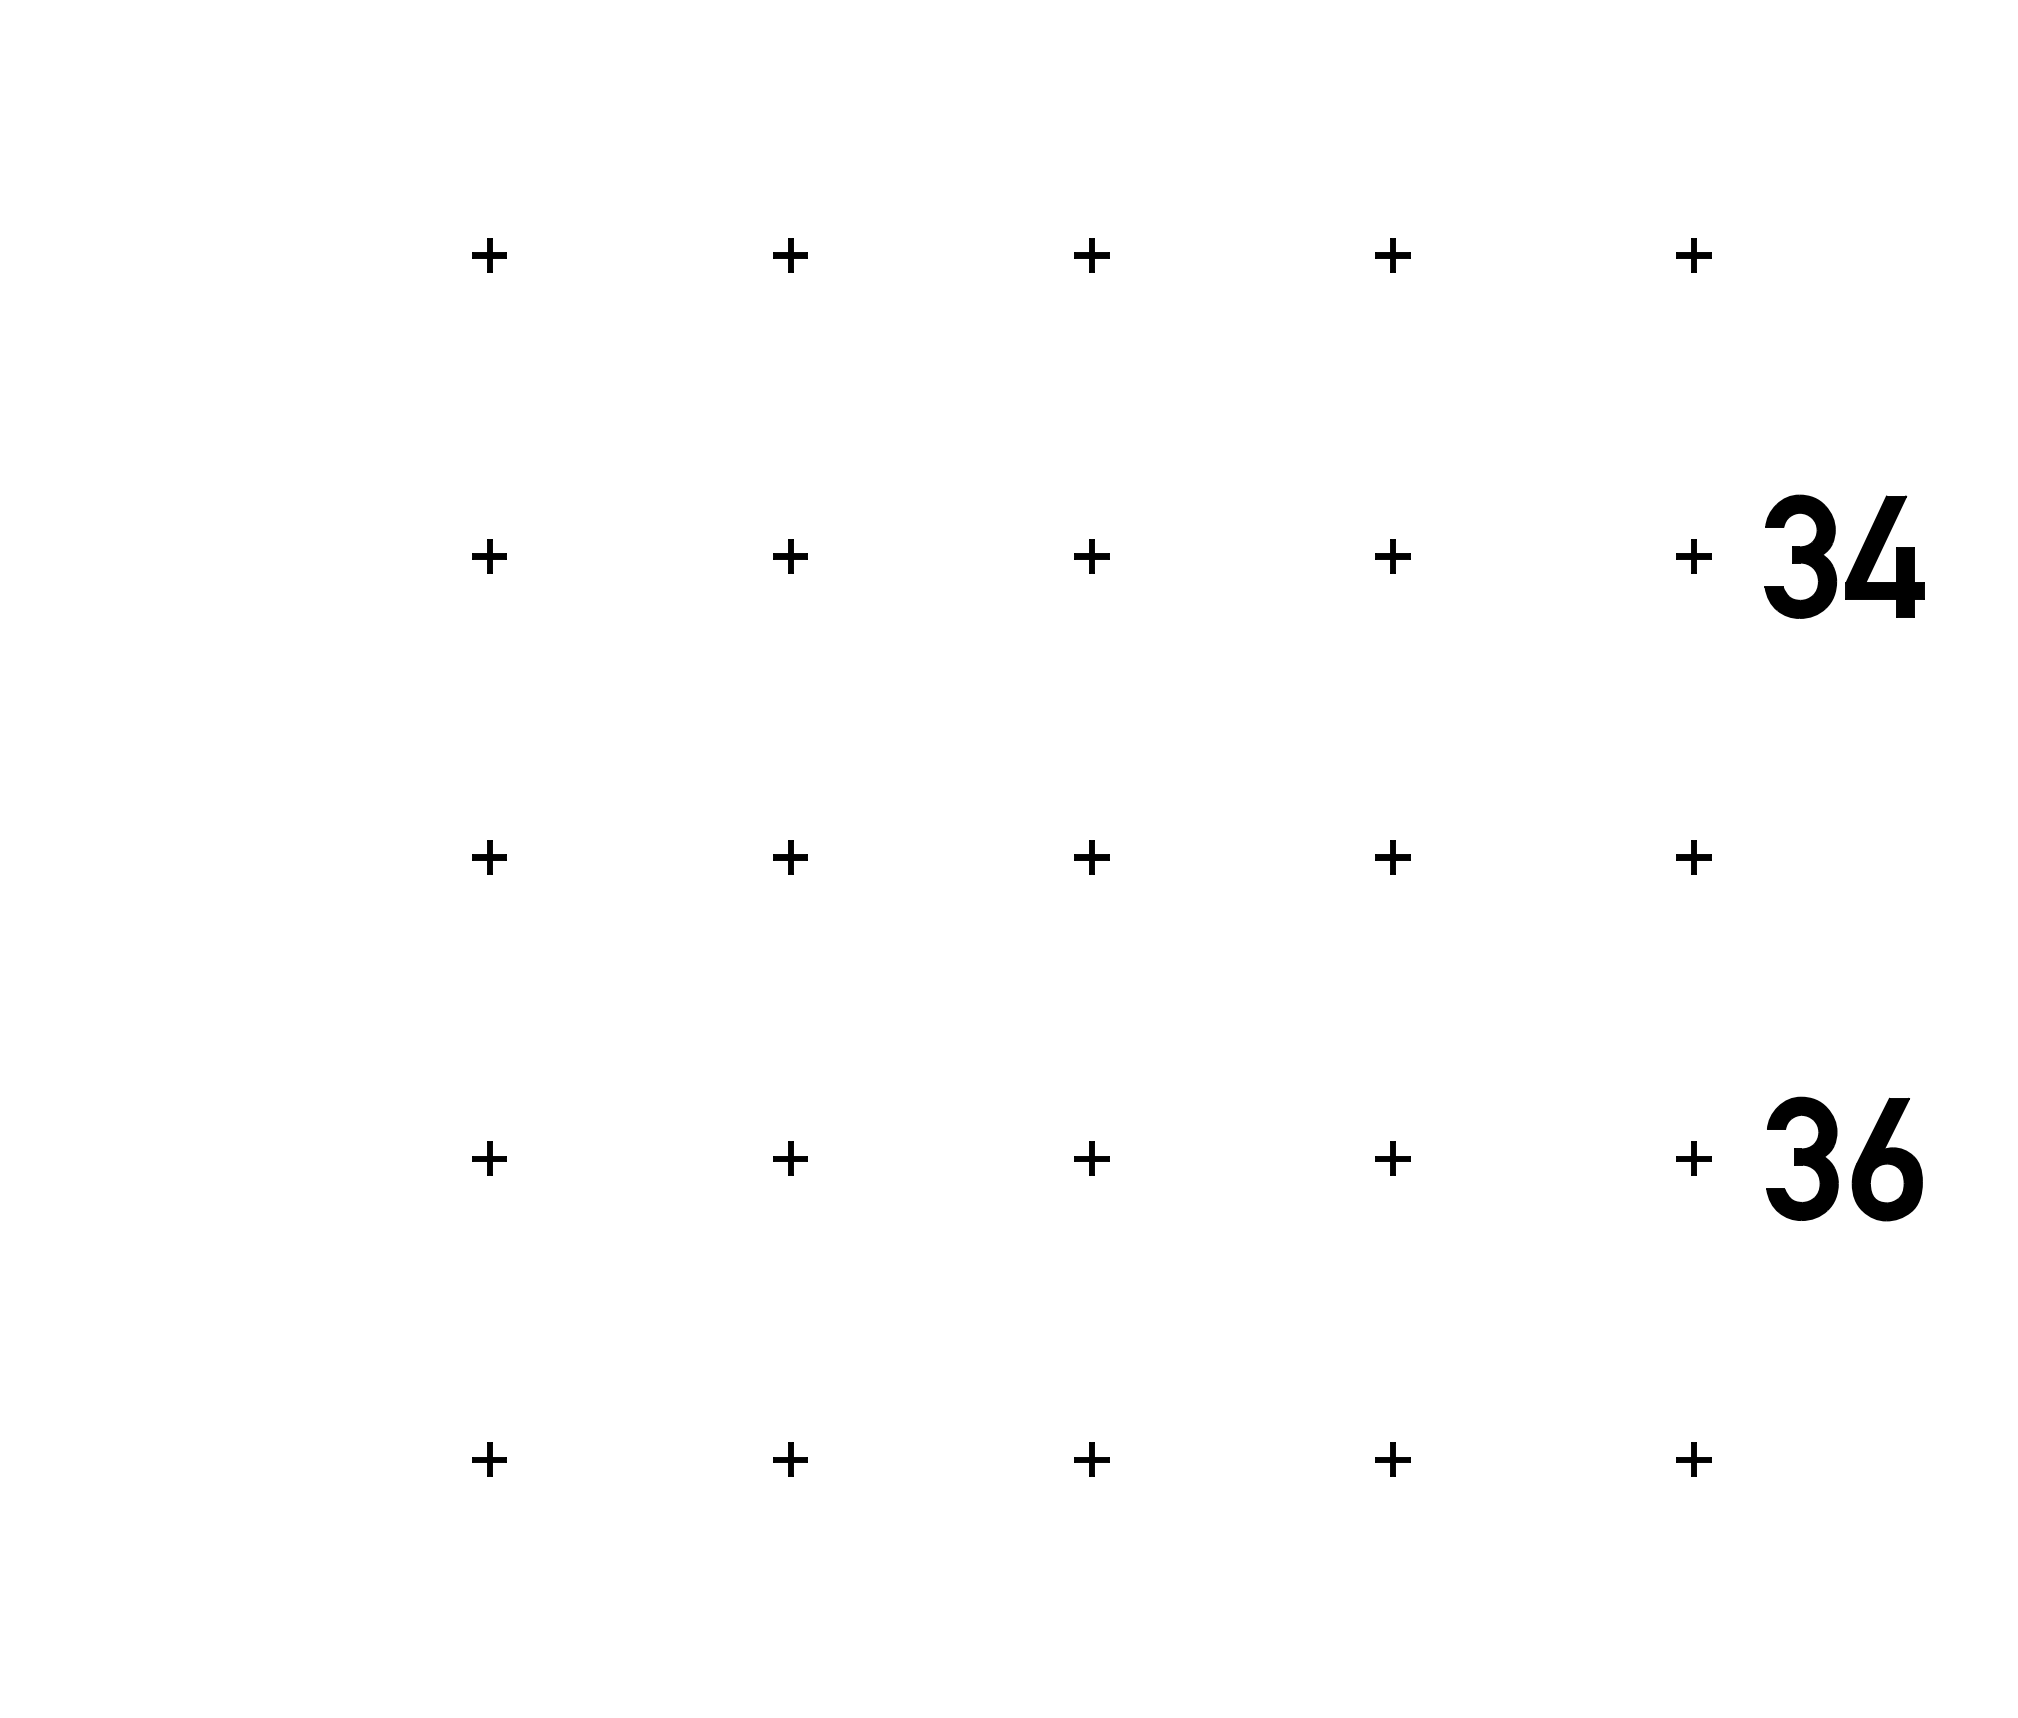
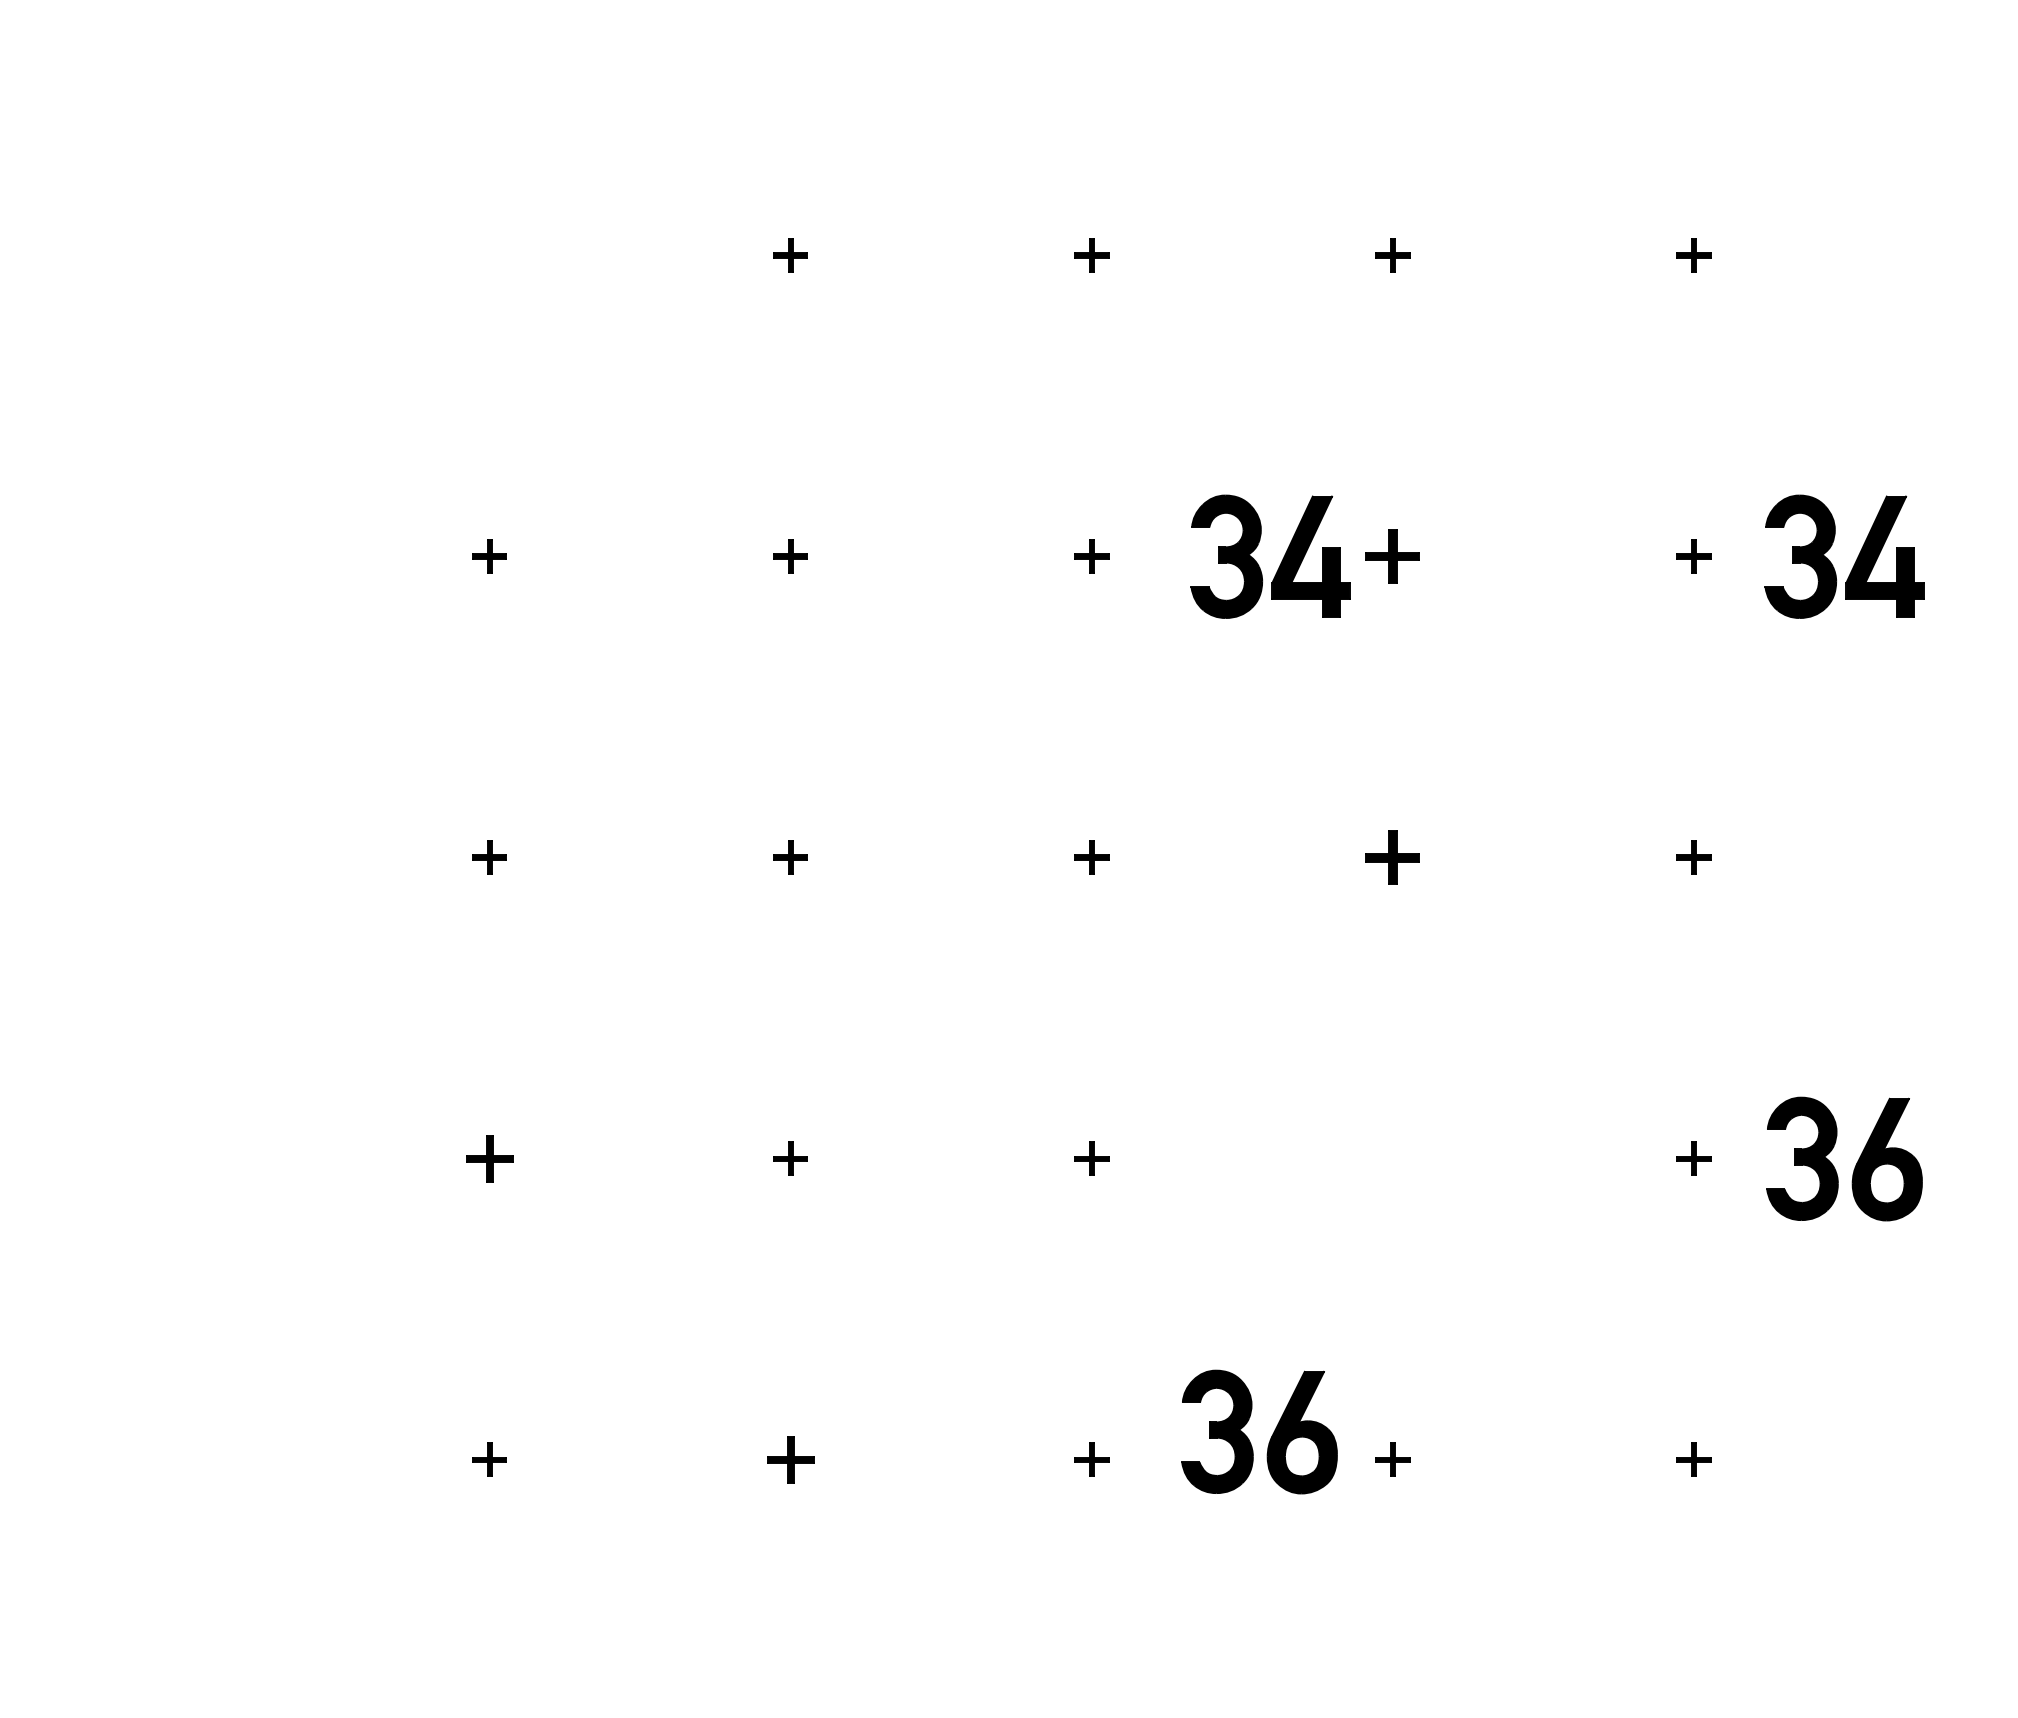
part at (489, 255): present -> none
part at (1392, 556) size: 36x35 px -> 55x55 px
part at (1281, 560): none -> present
part at (1392, 857) size: 36x35 px -> 55x55 px
part at (489, 1158) size: 35x35 px -> 48x48 px
part at (1392, 1158): present -> none
part at (1270, 1437): none -> present
part at (790, 1459) size: 35x35 px -> 48x48 px
